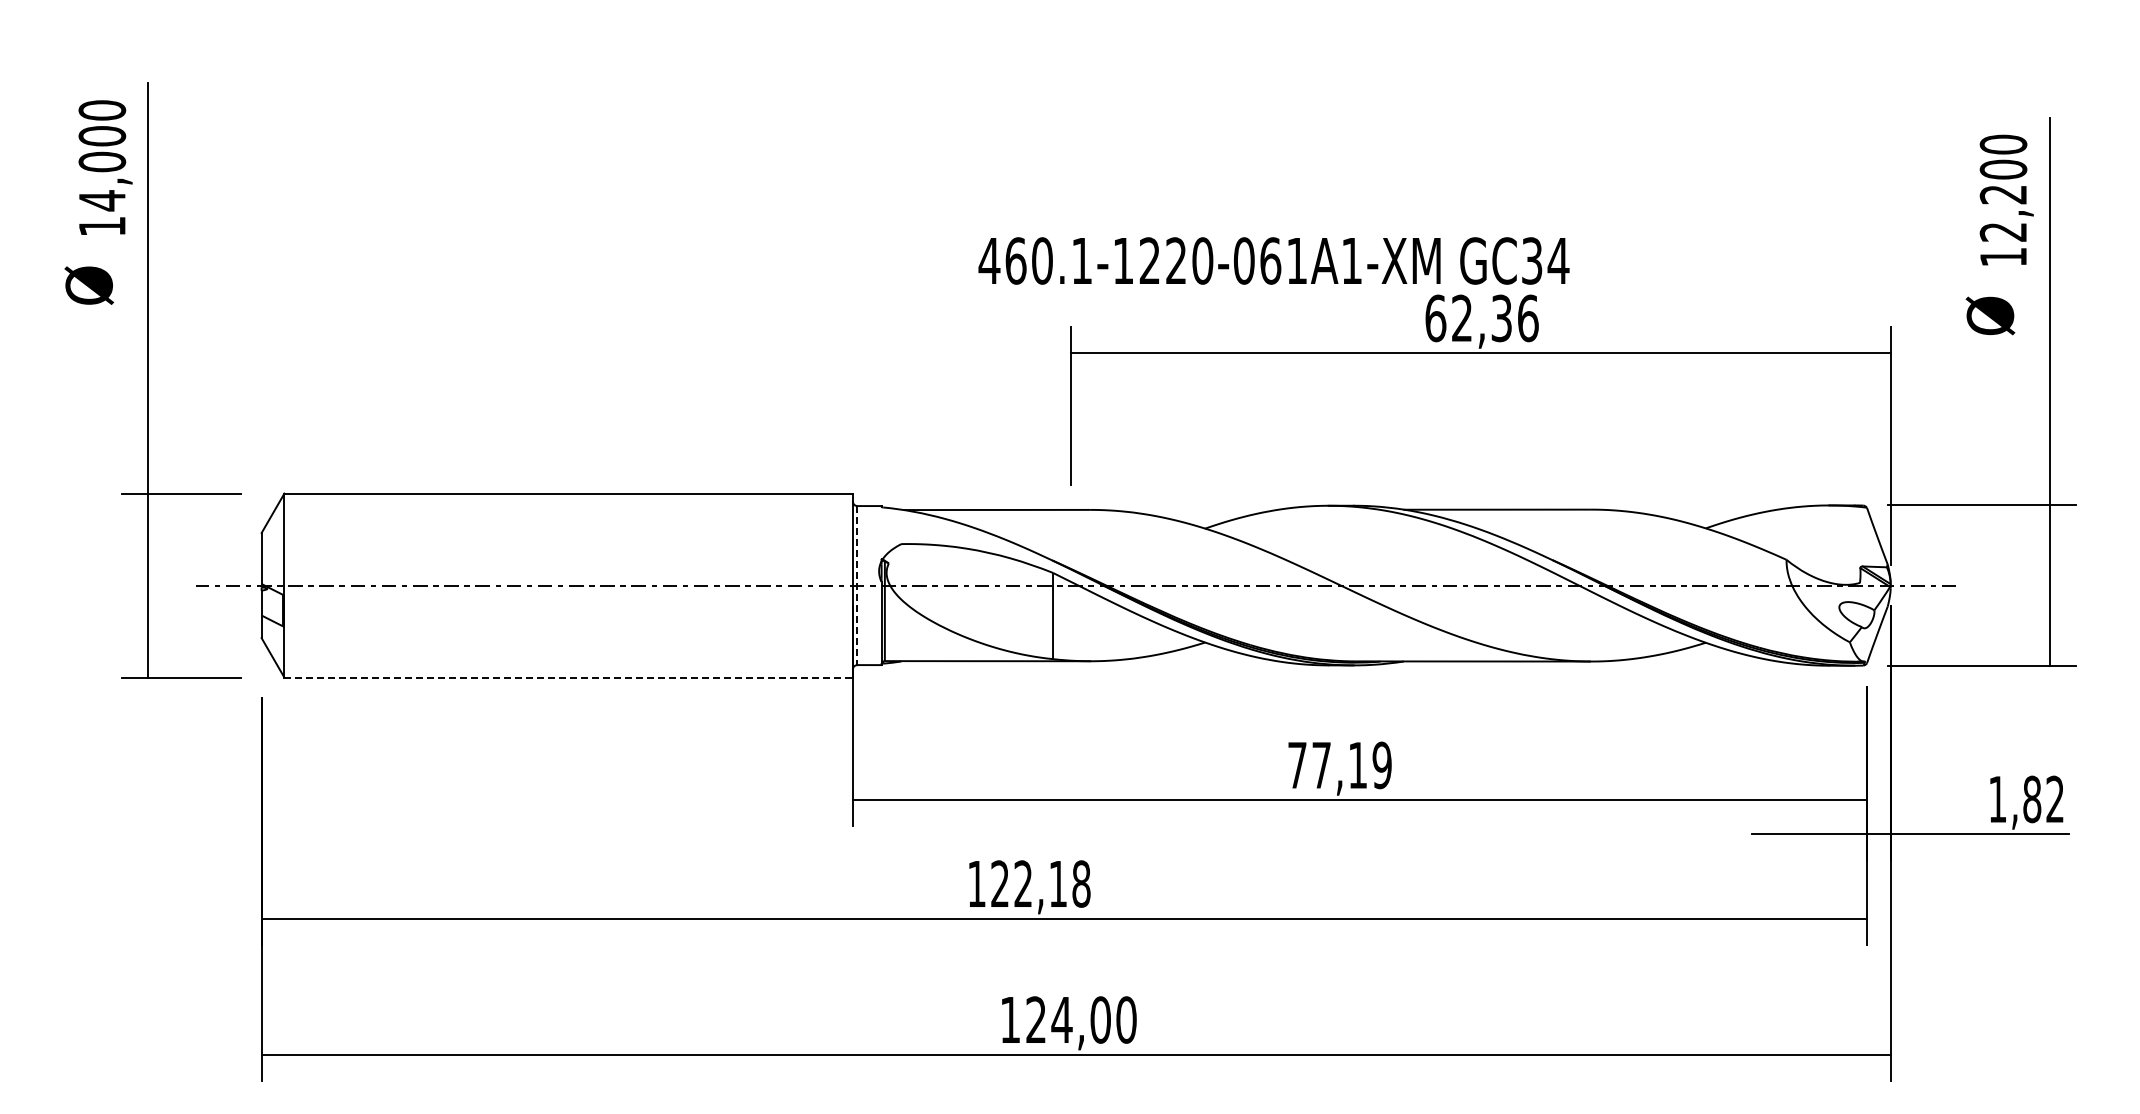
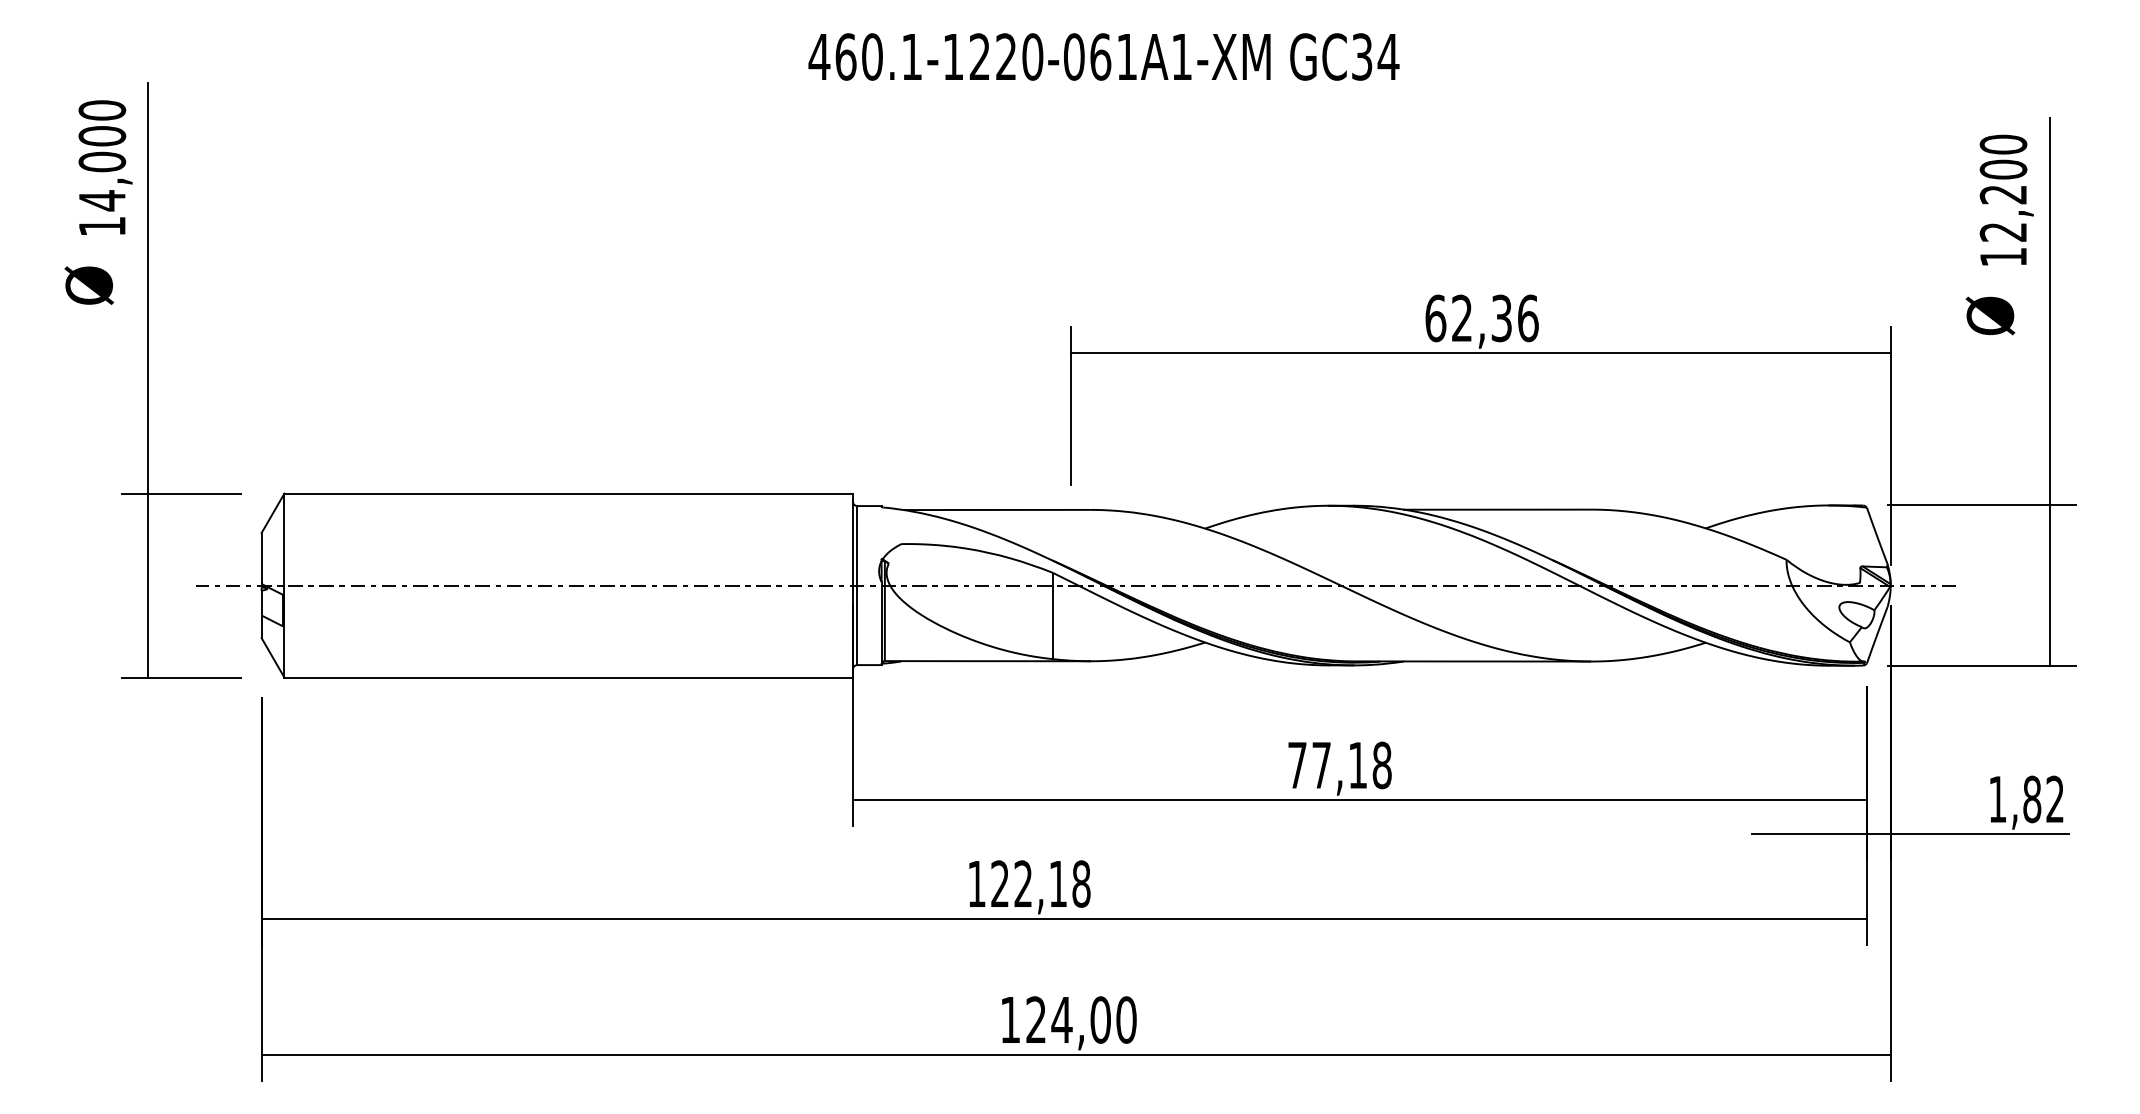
text at (1273, 260) position: (1273, 260) -> (1103, 56)
line at (857, 585): dashed -> solid
line at (569, 677): dashed -> solid
text at (1381, 765): 77,19 -> 77,18
